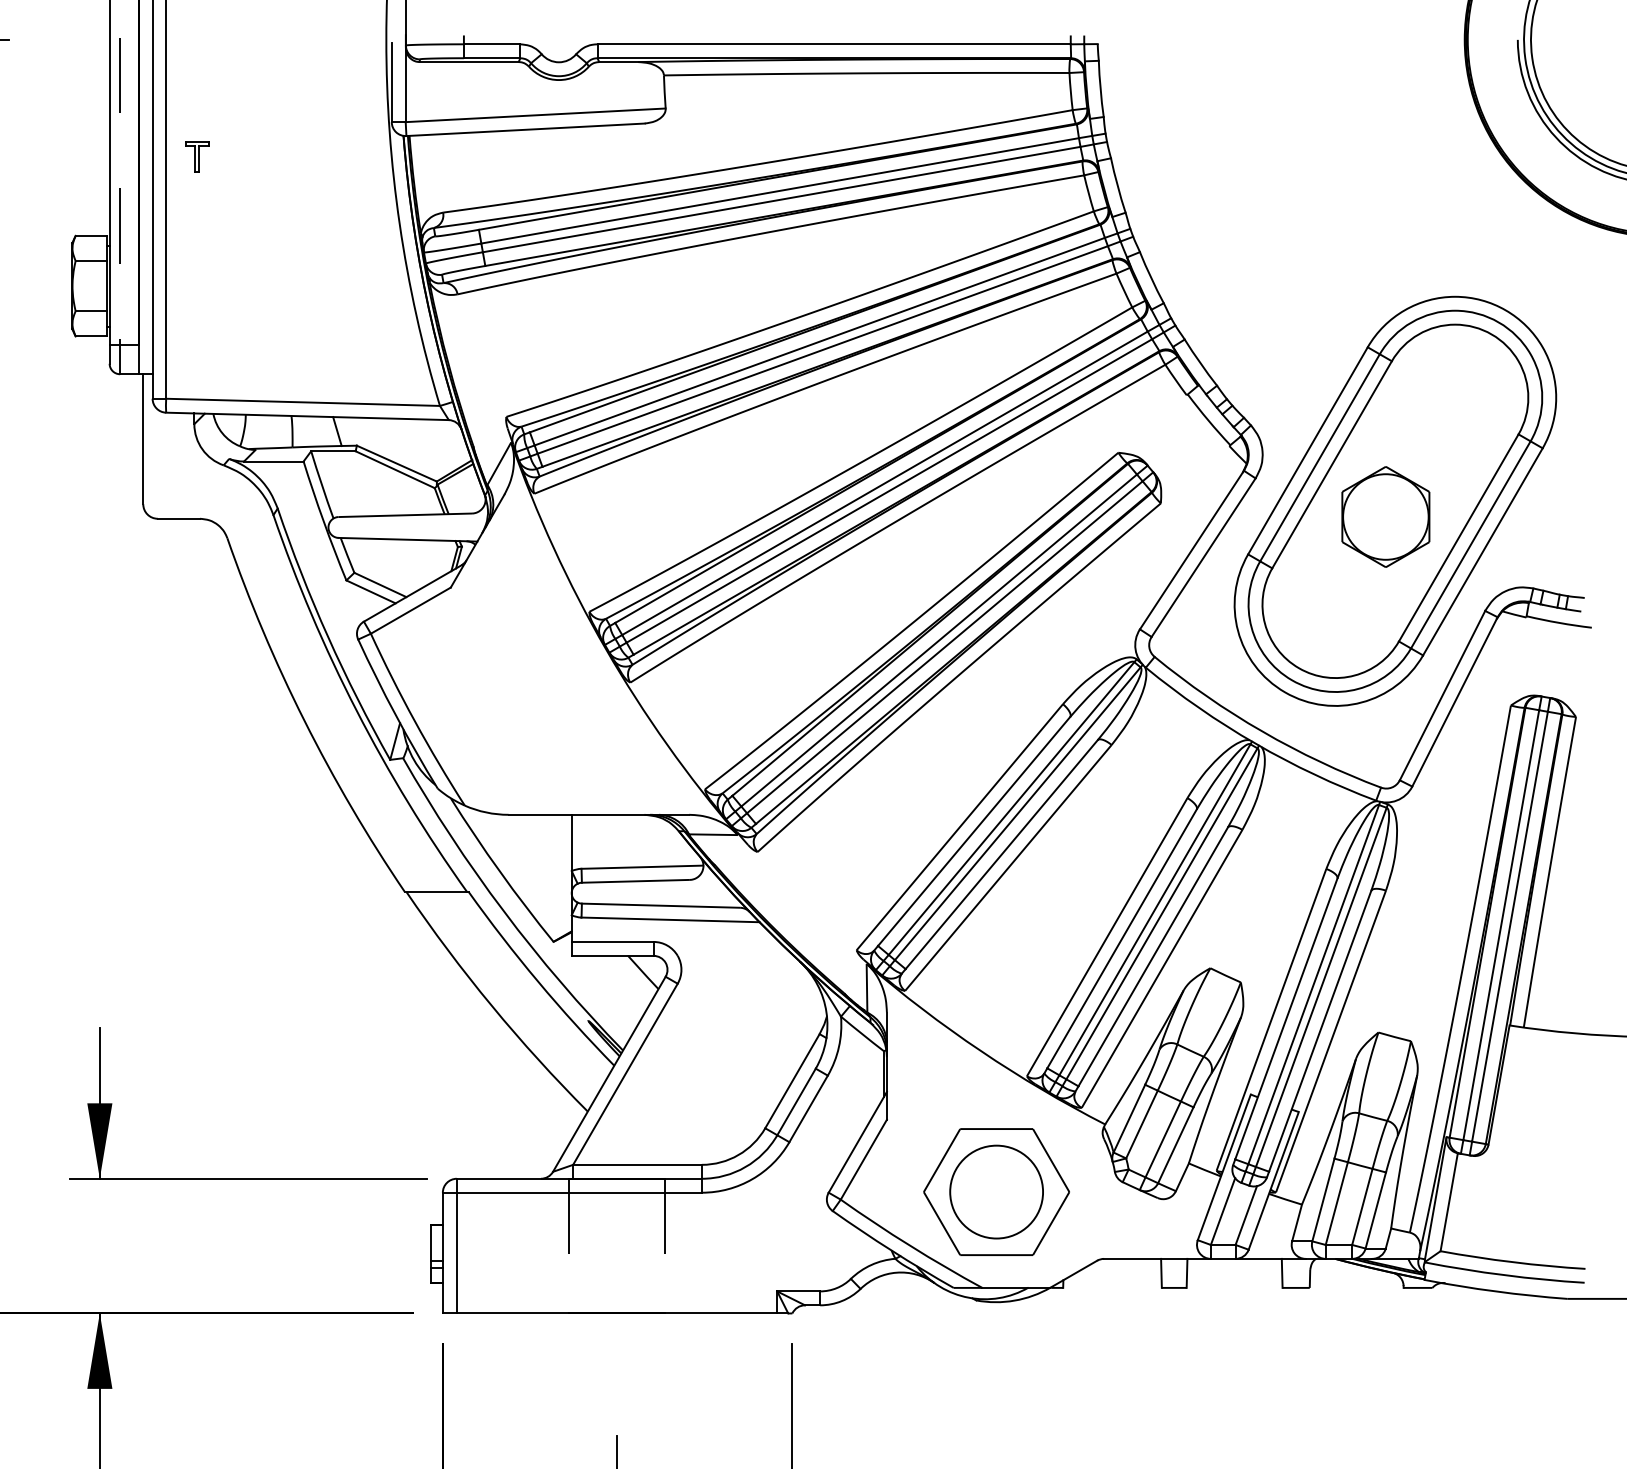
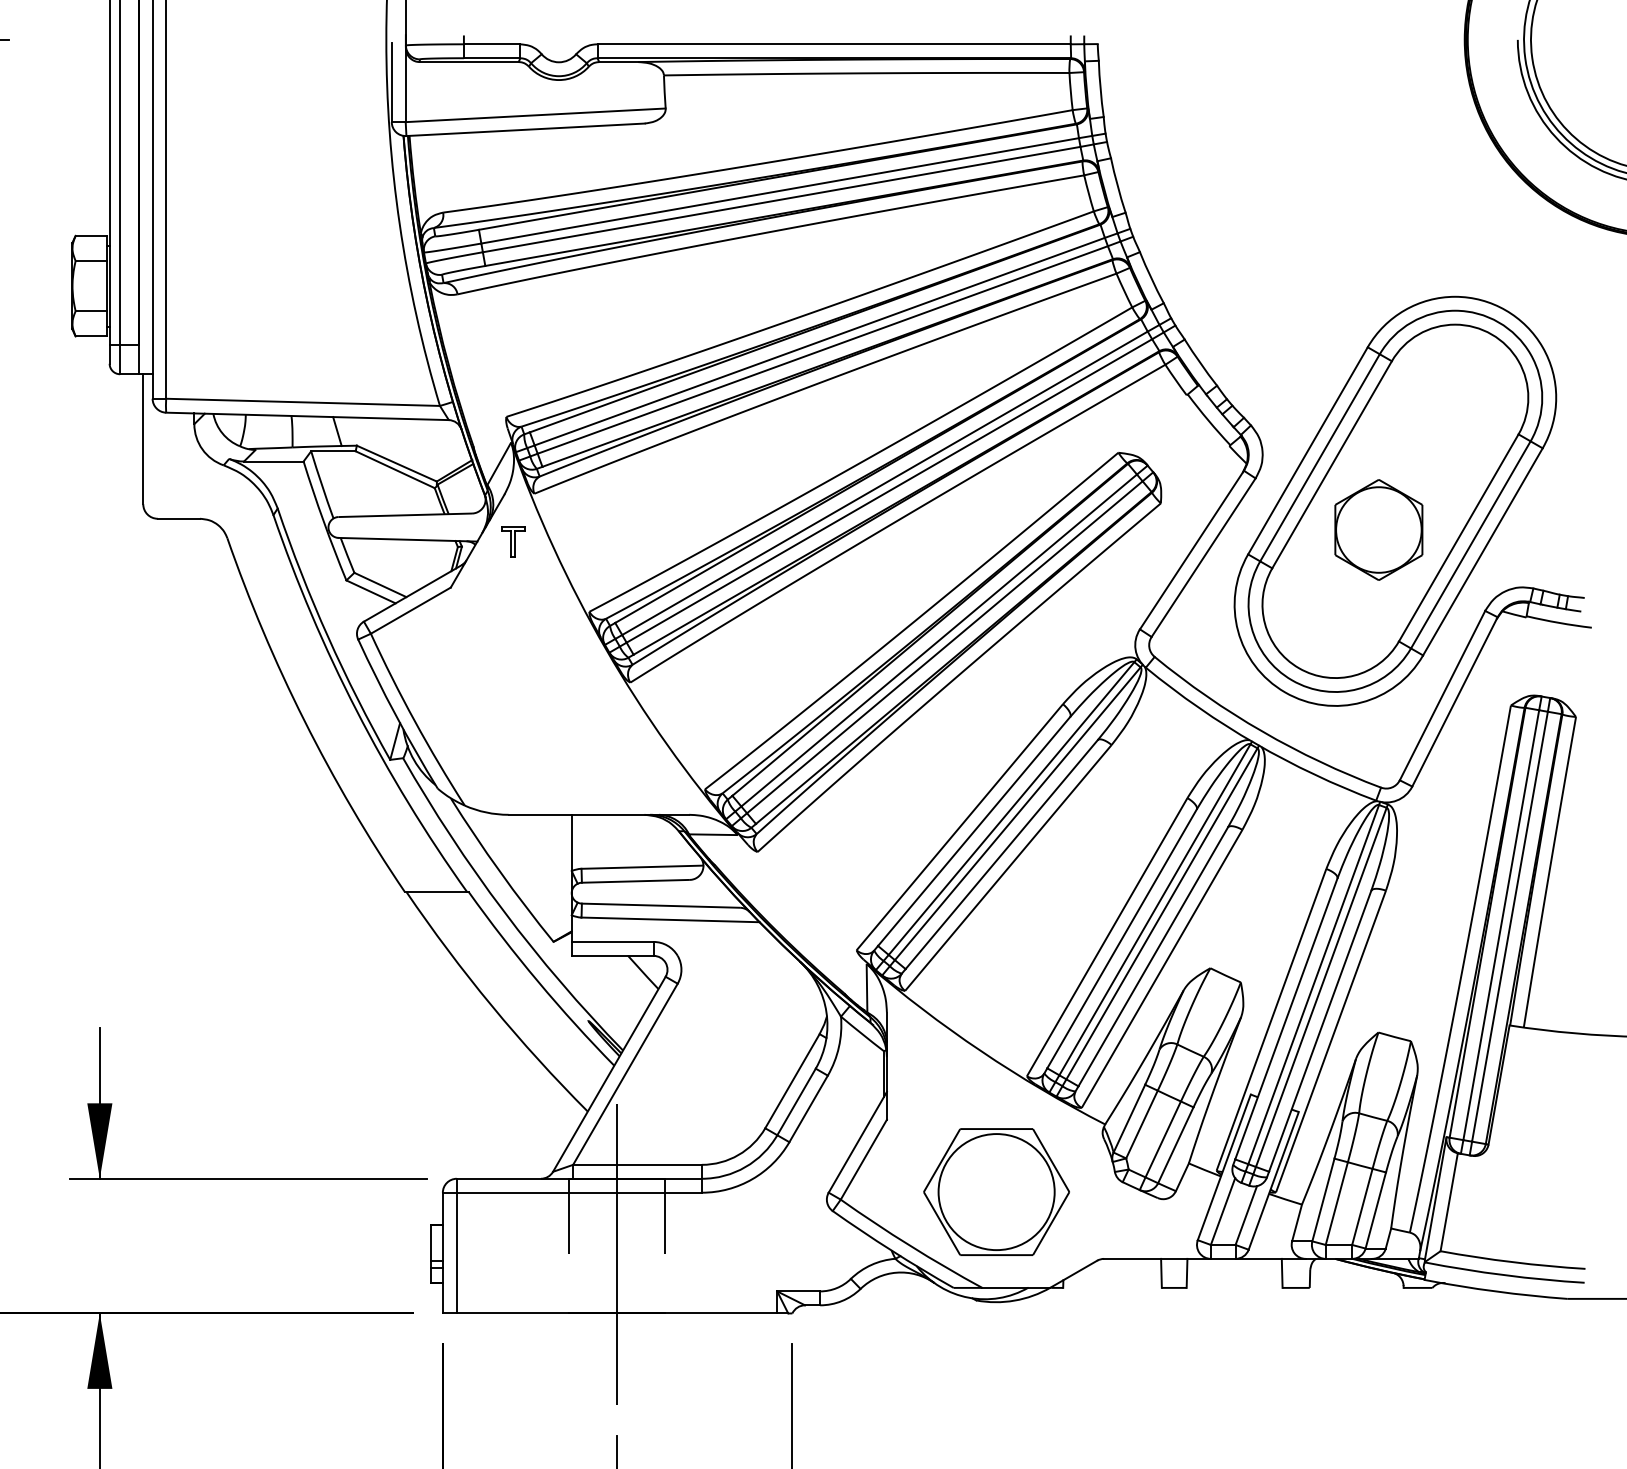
part at (197, 156) position: (197, 156) -> (513, 541)
line at (120, 173): dashed -> solid
part at (1385, 516) position: (1385, 516) -> (1378, 529)
circle at (996, 1191) diameter: 93 px -> 116 px
line at (617, 1254): none -> present
